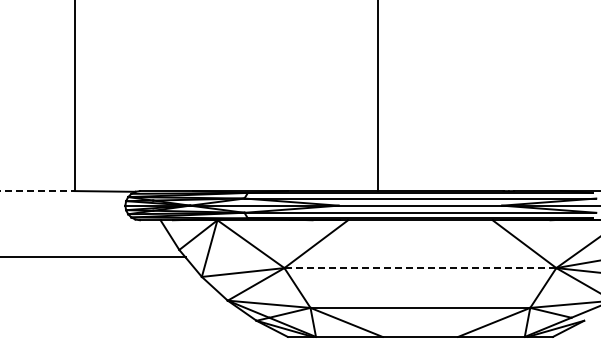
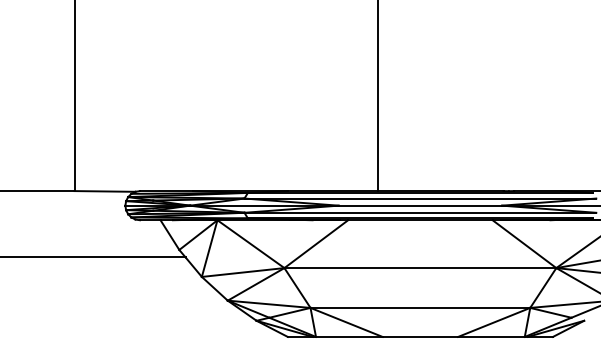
line at (37, 191): dashed -> solid
line at (420, 268): dashed -> solid
